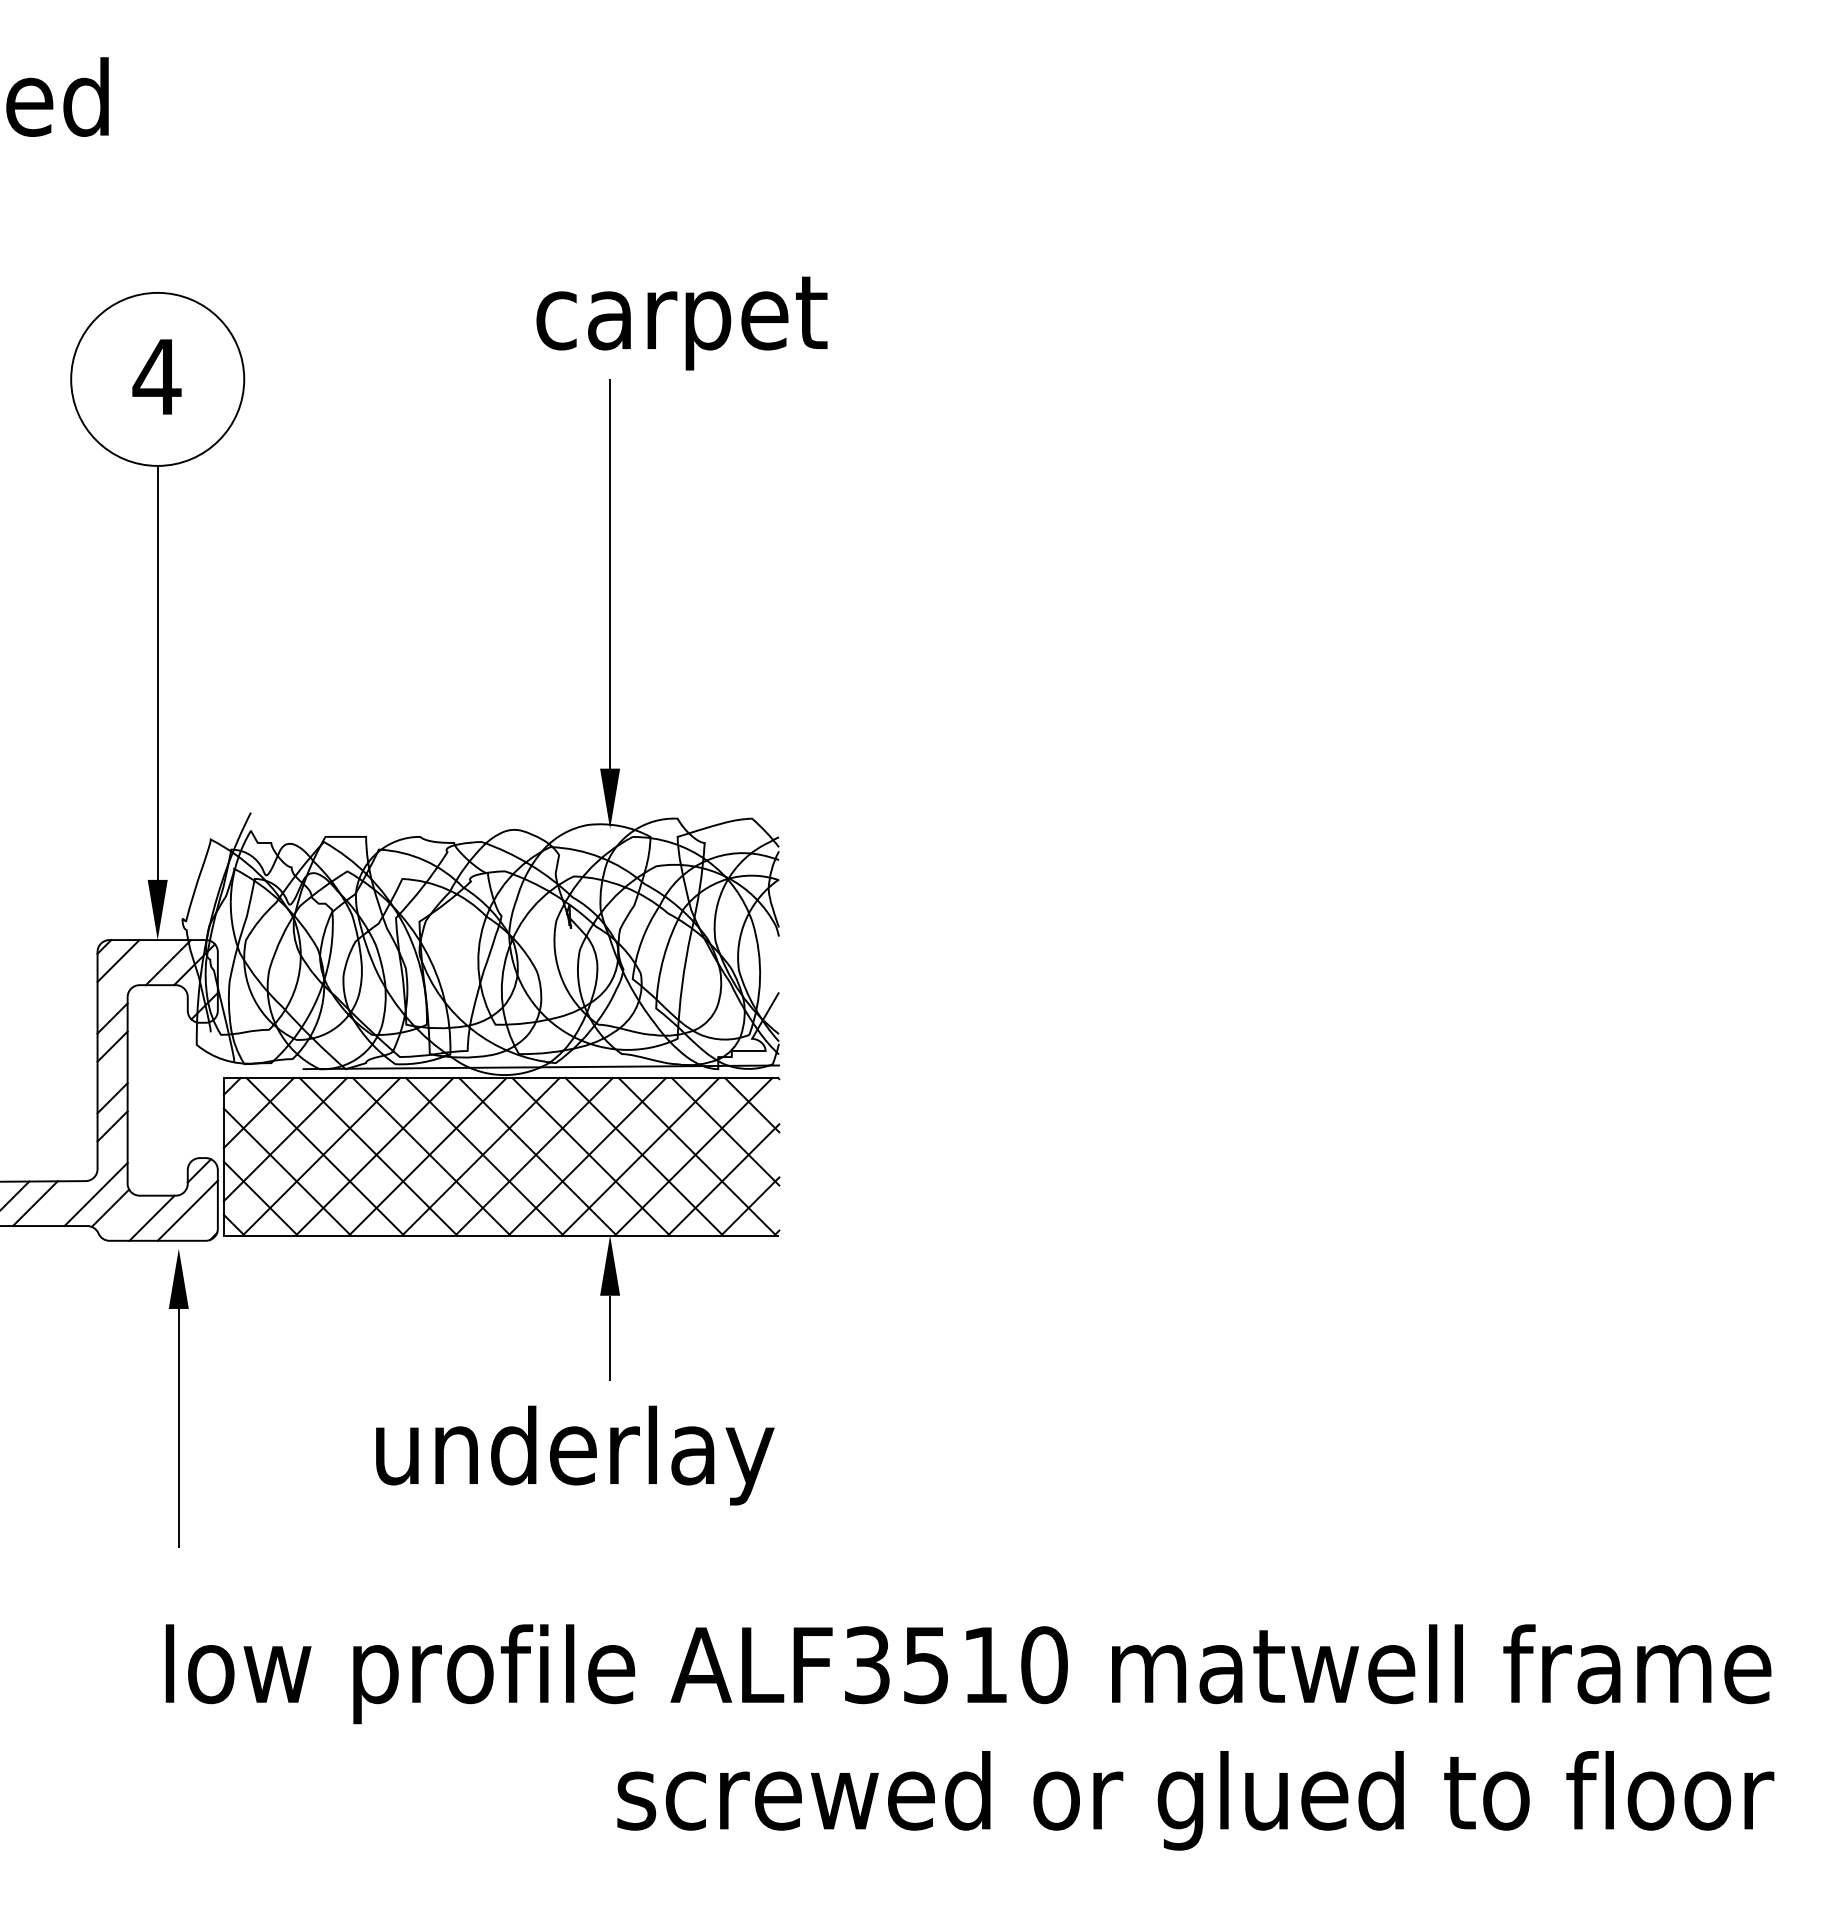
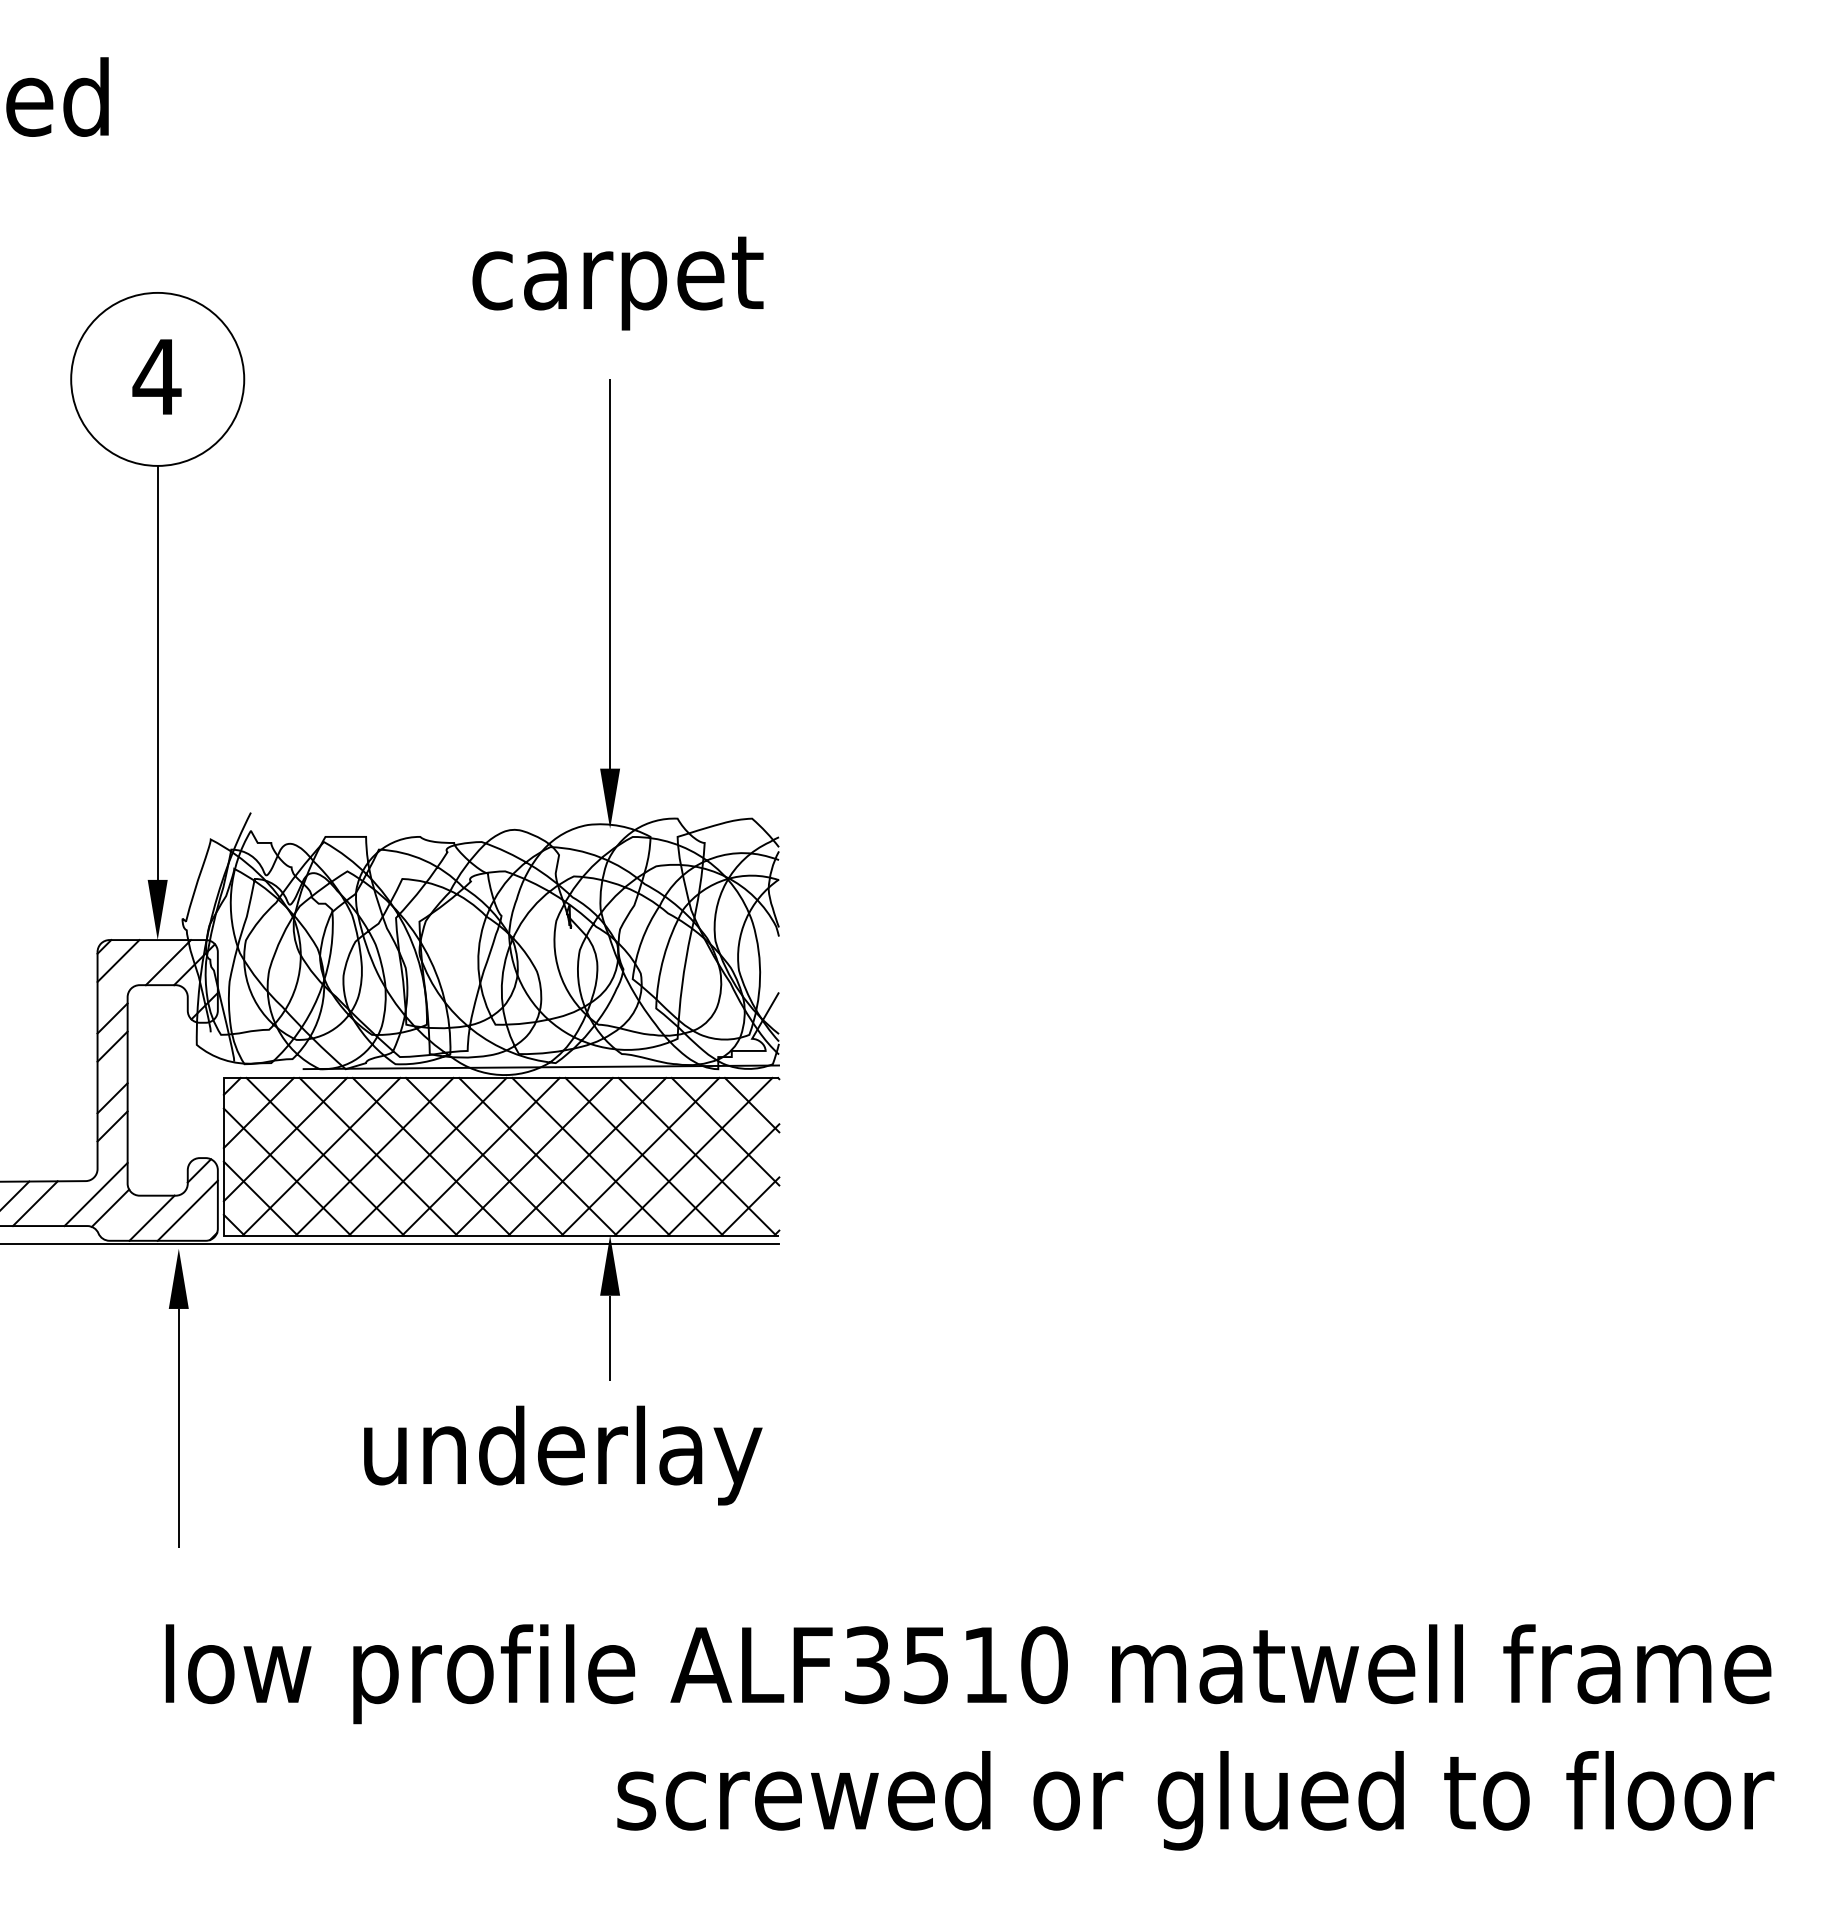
text at (681, 323) position: (681, 323) -> (617, 283)
line at (390, 1243): none -> present
text at (575, 1455) position: (575, 1455) -> (563, 1455)
